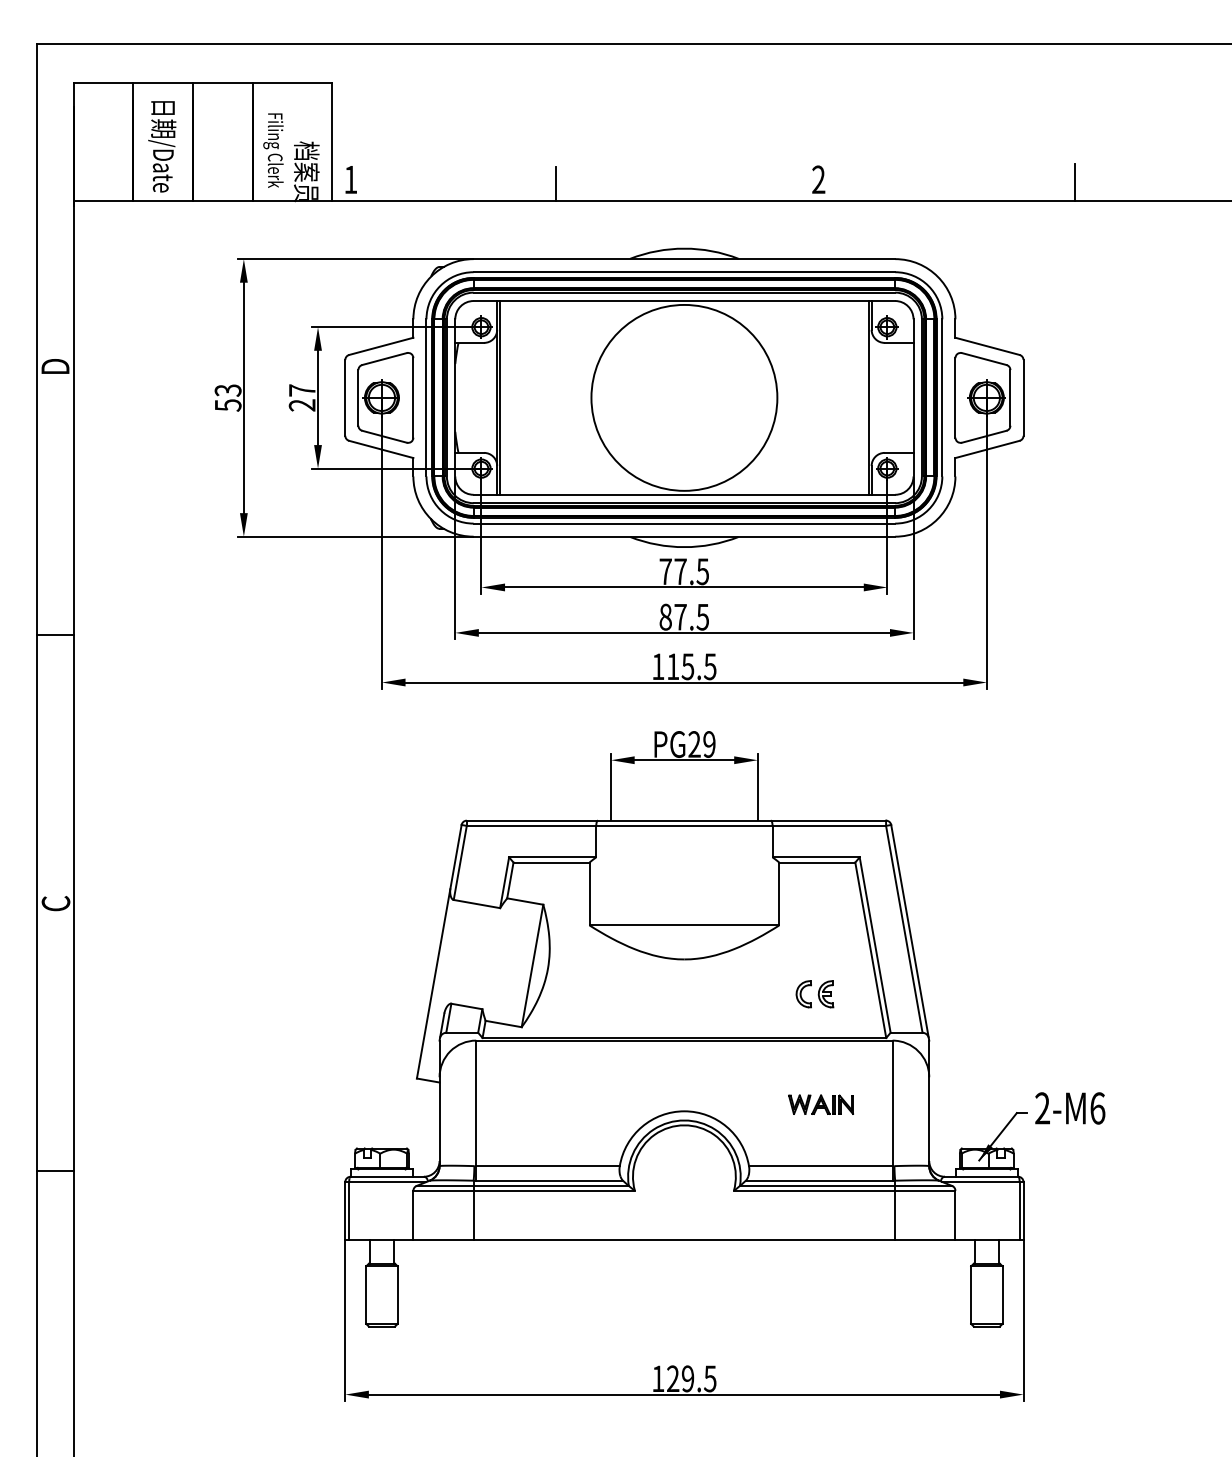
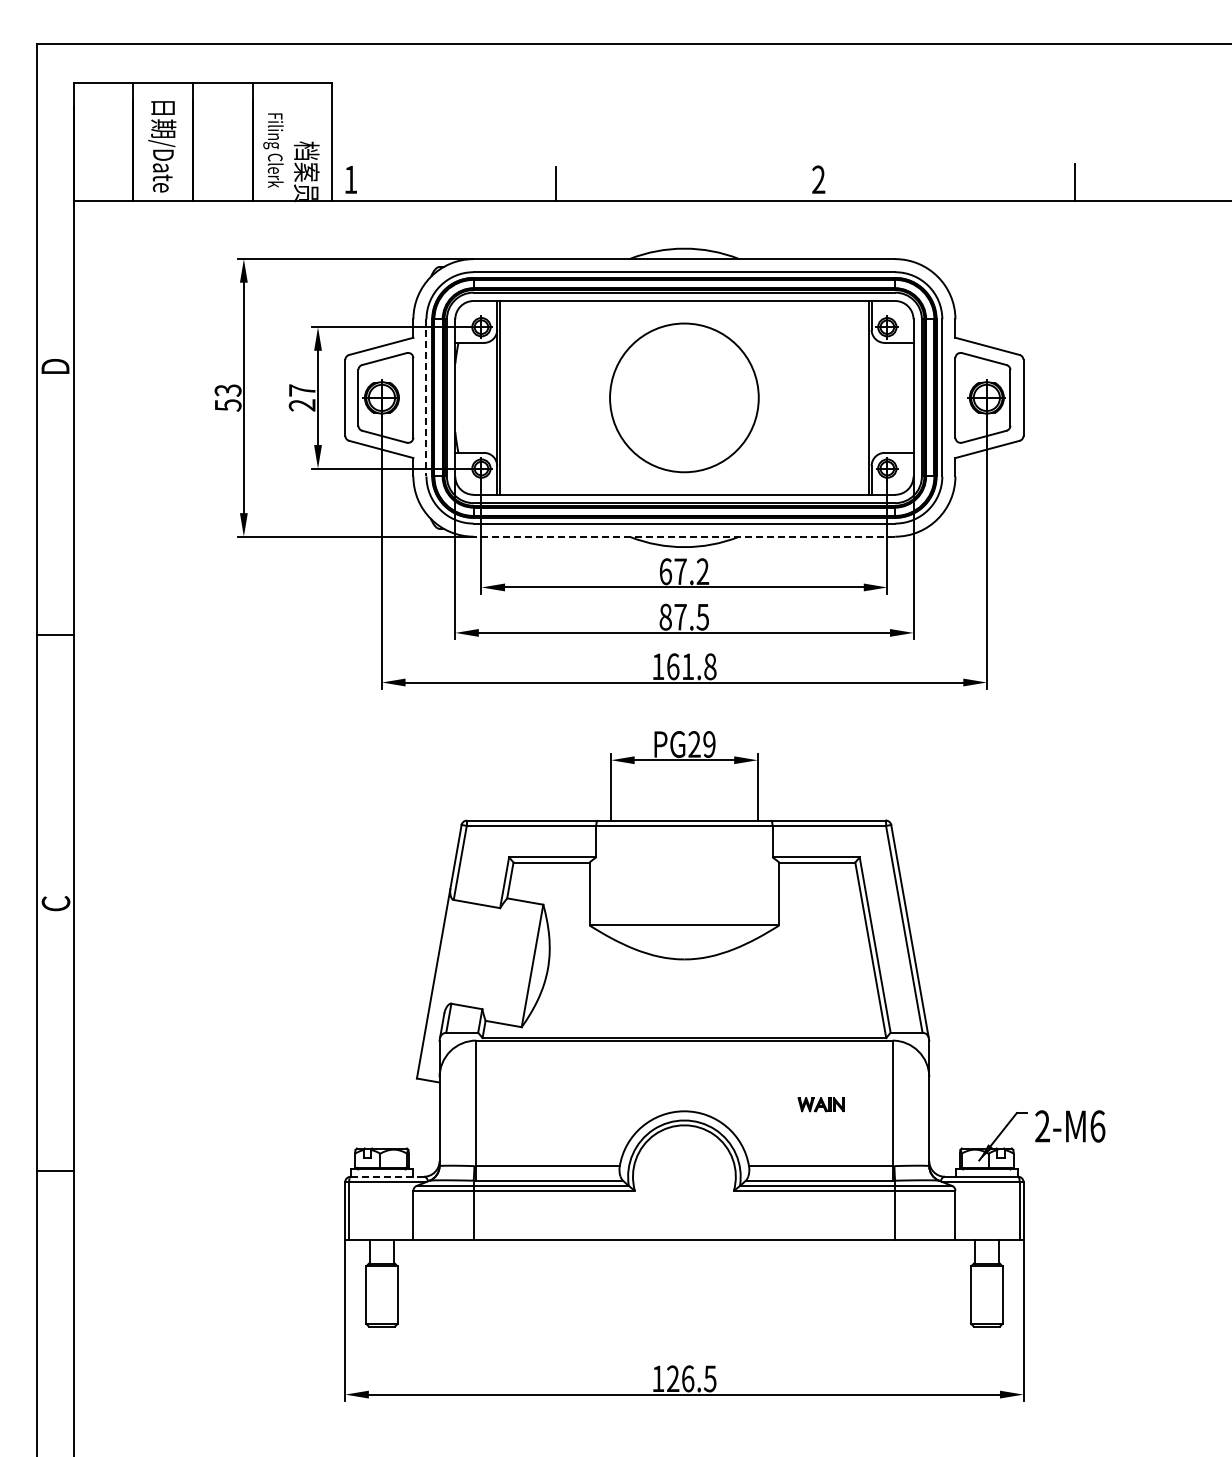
line at (426, 397): solid -> dashed
circle at (684, 397) diameter: 186 px -> 149 px
line at (684, 536): solid -> dashed
text at (684, 571): 77.5 -> 67.2
text at (691, 666): 115.5 -> 161.8
part at (814, 994): present -> none
part at (820, 1104) size: 66x21 px -> 48x16 px
text at (1070, 1108) position: (1070, 1108) -> (1070, 1126)
line at (387, 1176): solid -> dashed
text at (688, 1378): 129.5 -> 126.5
